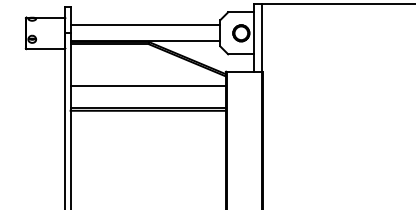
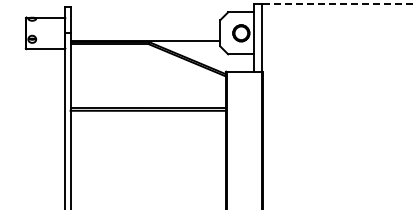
line at (338, 4): solid -> dashed
line at (145, 25): present -> none
line at (147, 86): present -> none
